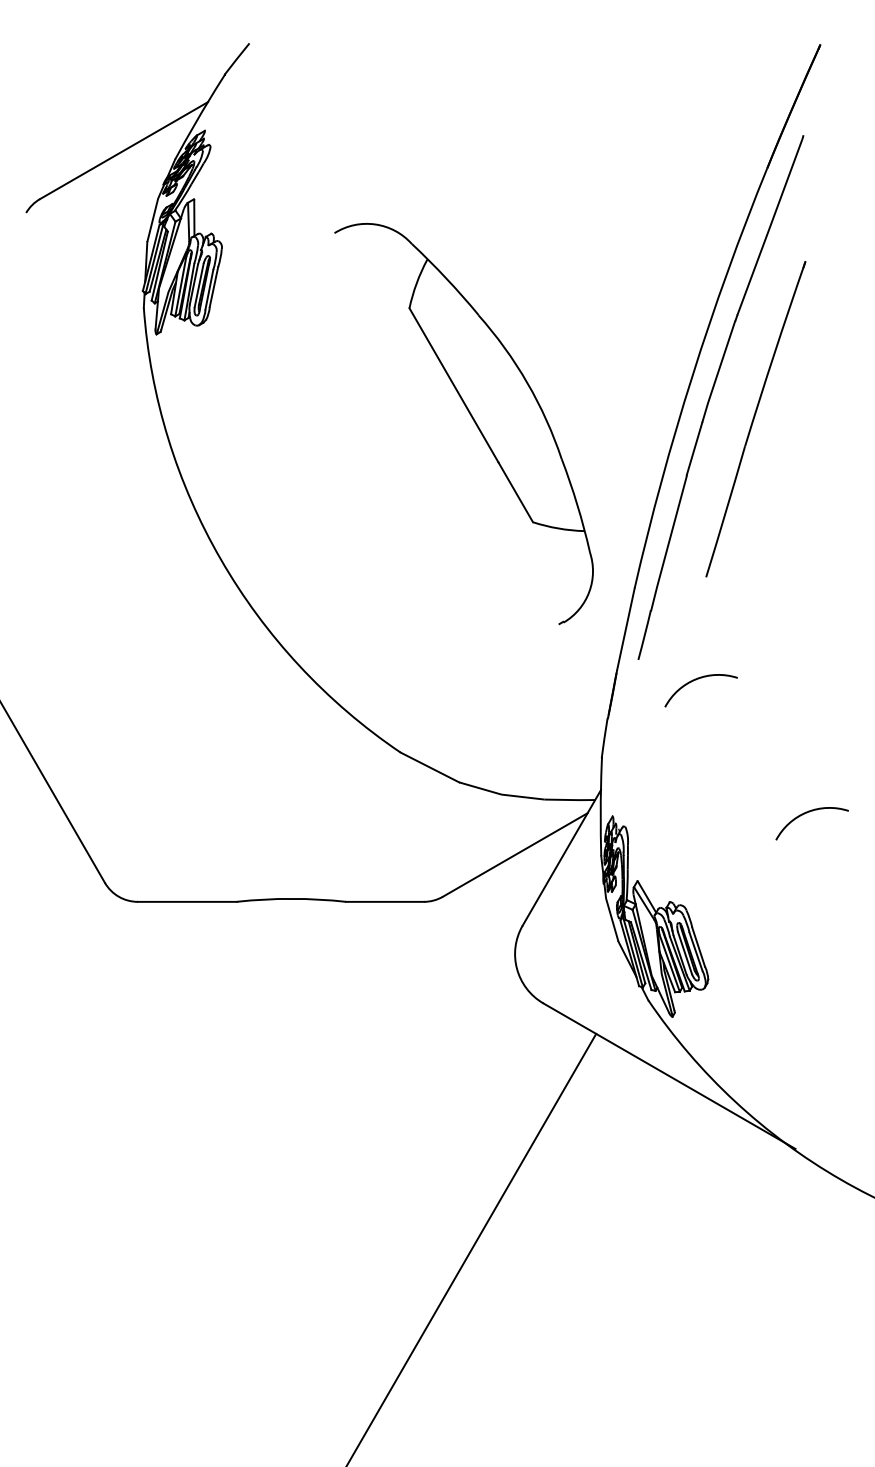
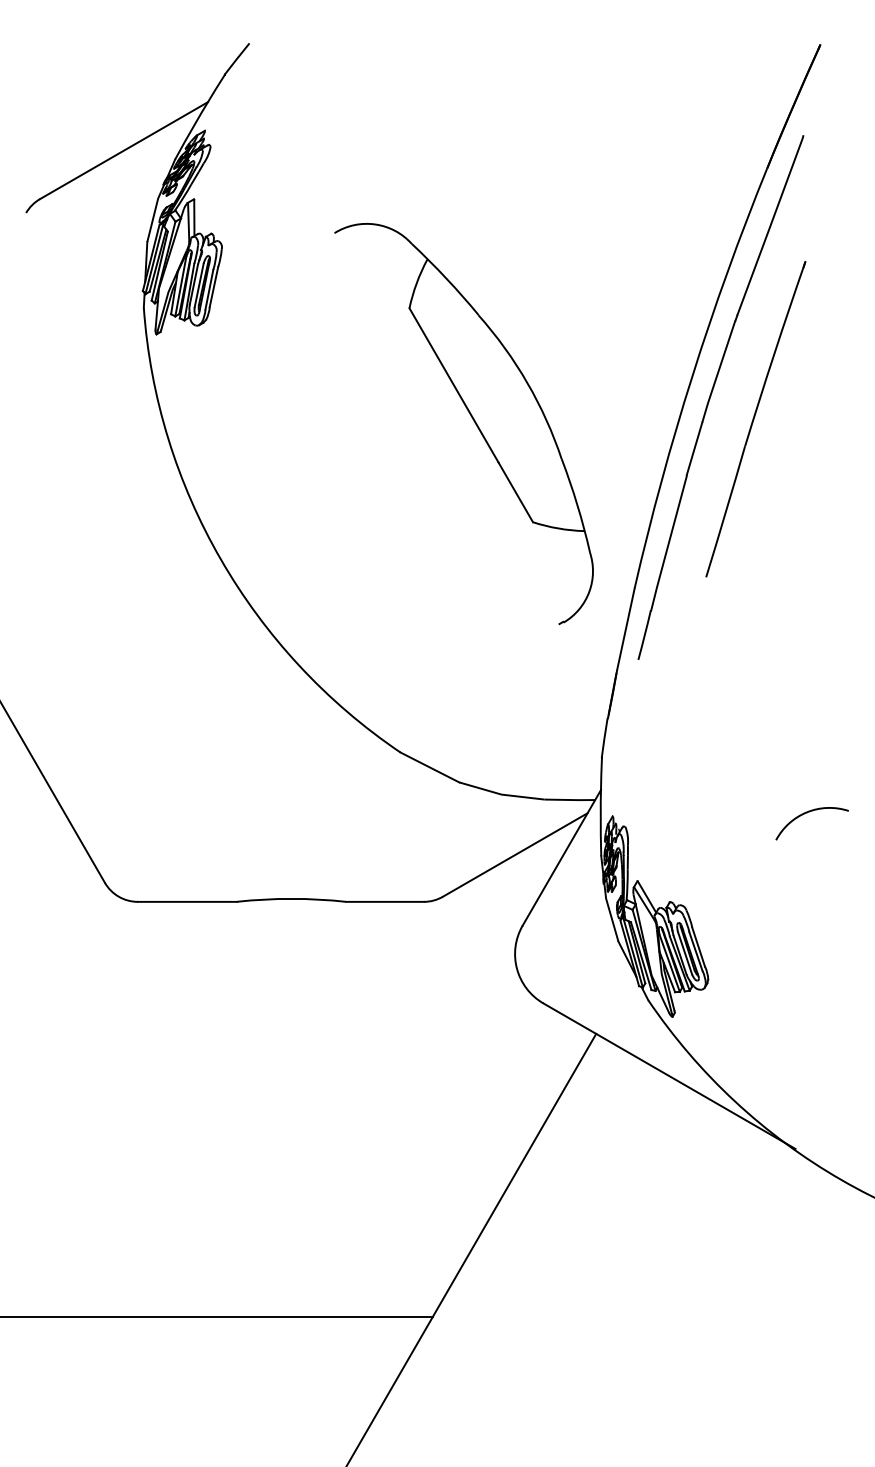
arc at (696, 680): present -> none
line at (217, 1317): none -> present
